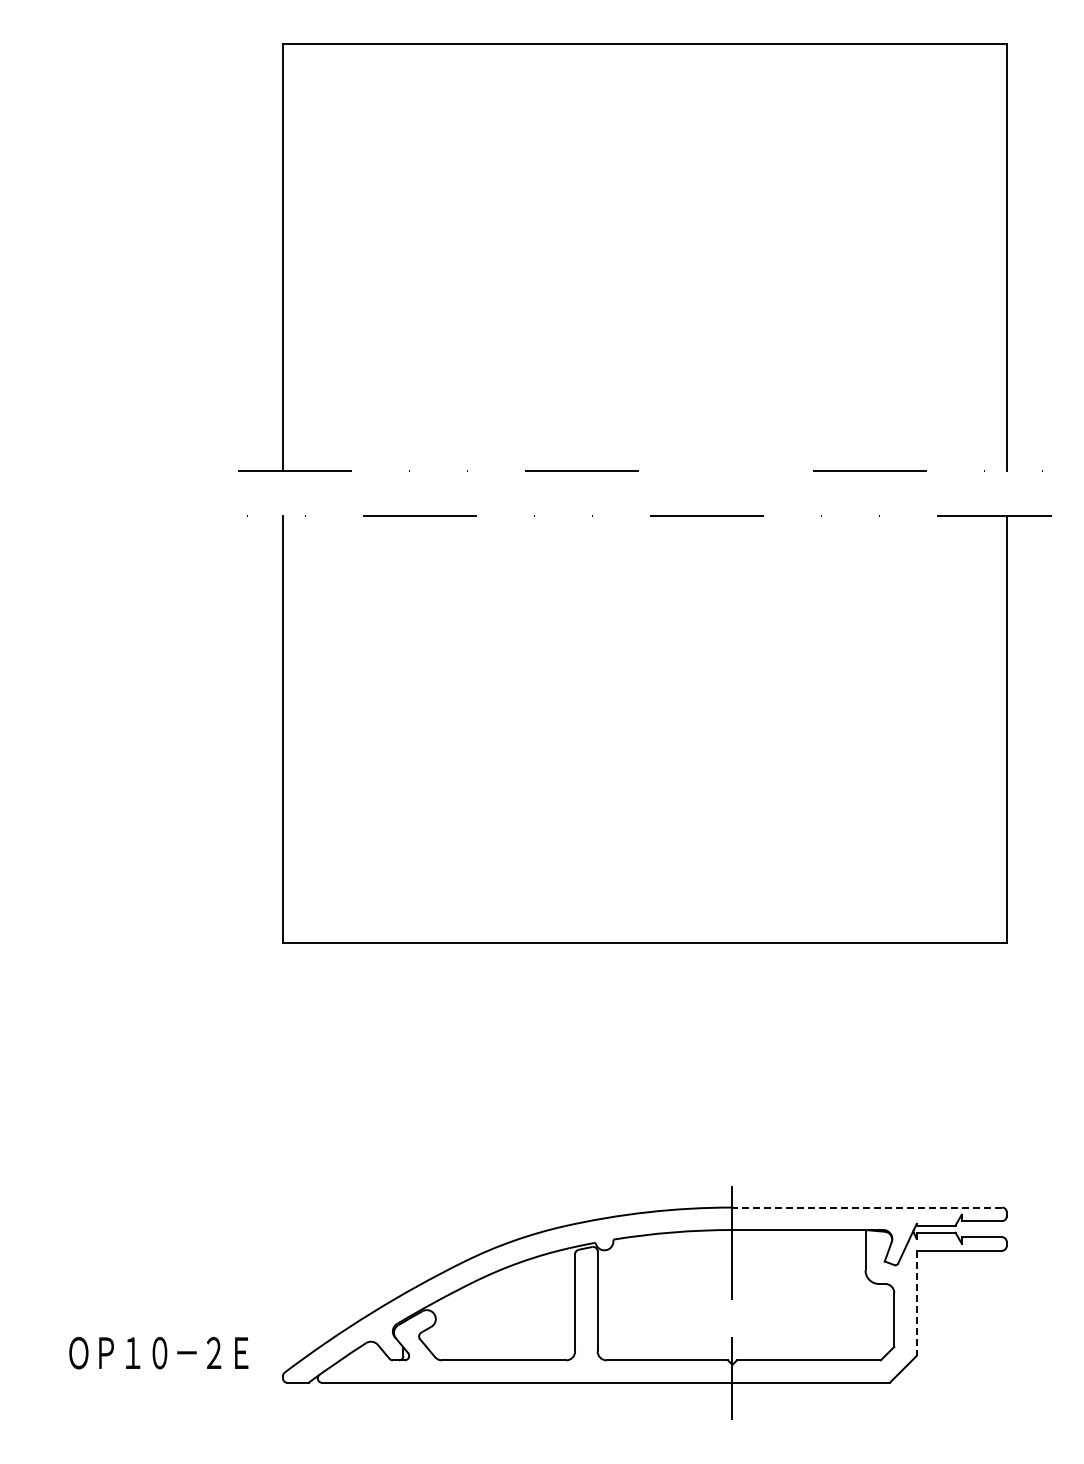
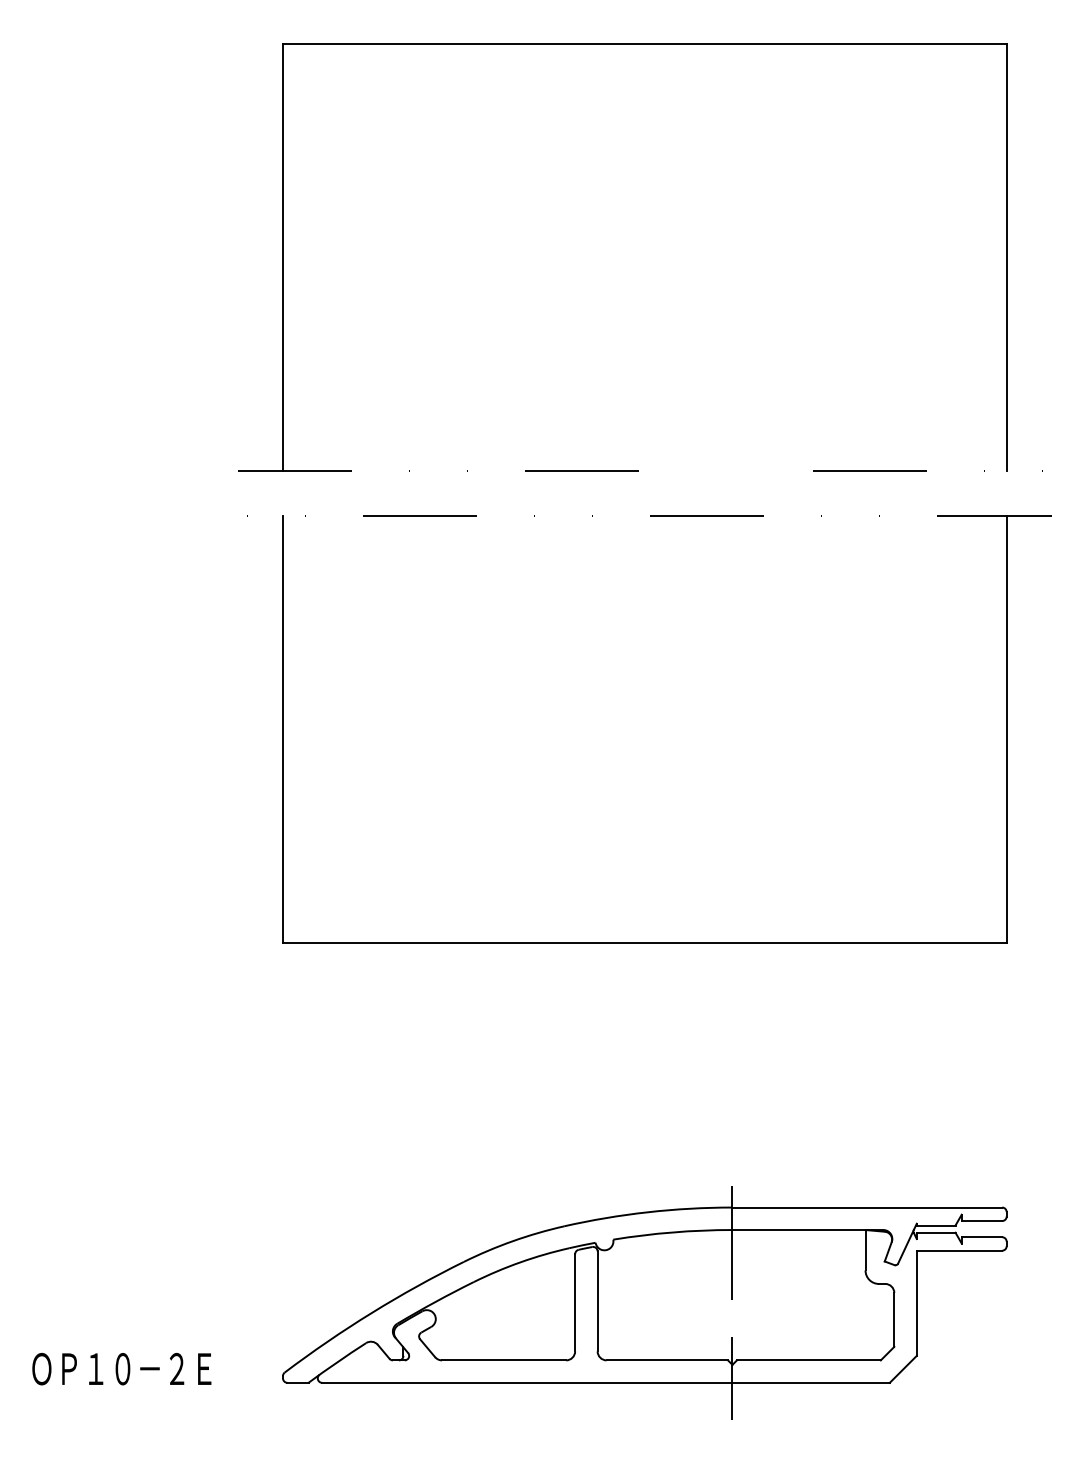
line at (867, 1207): dashed -> solid
line at (916, 1303): dashed -> solid
text at (158, 1353) position: (158, 1353) -> (121, 1369)
